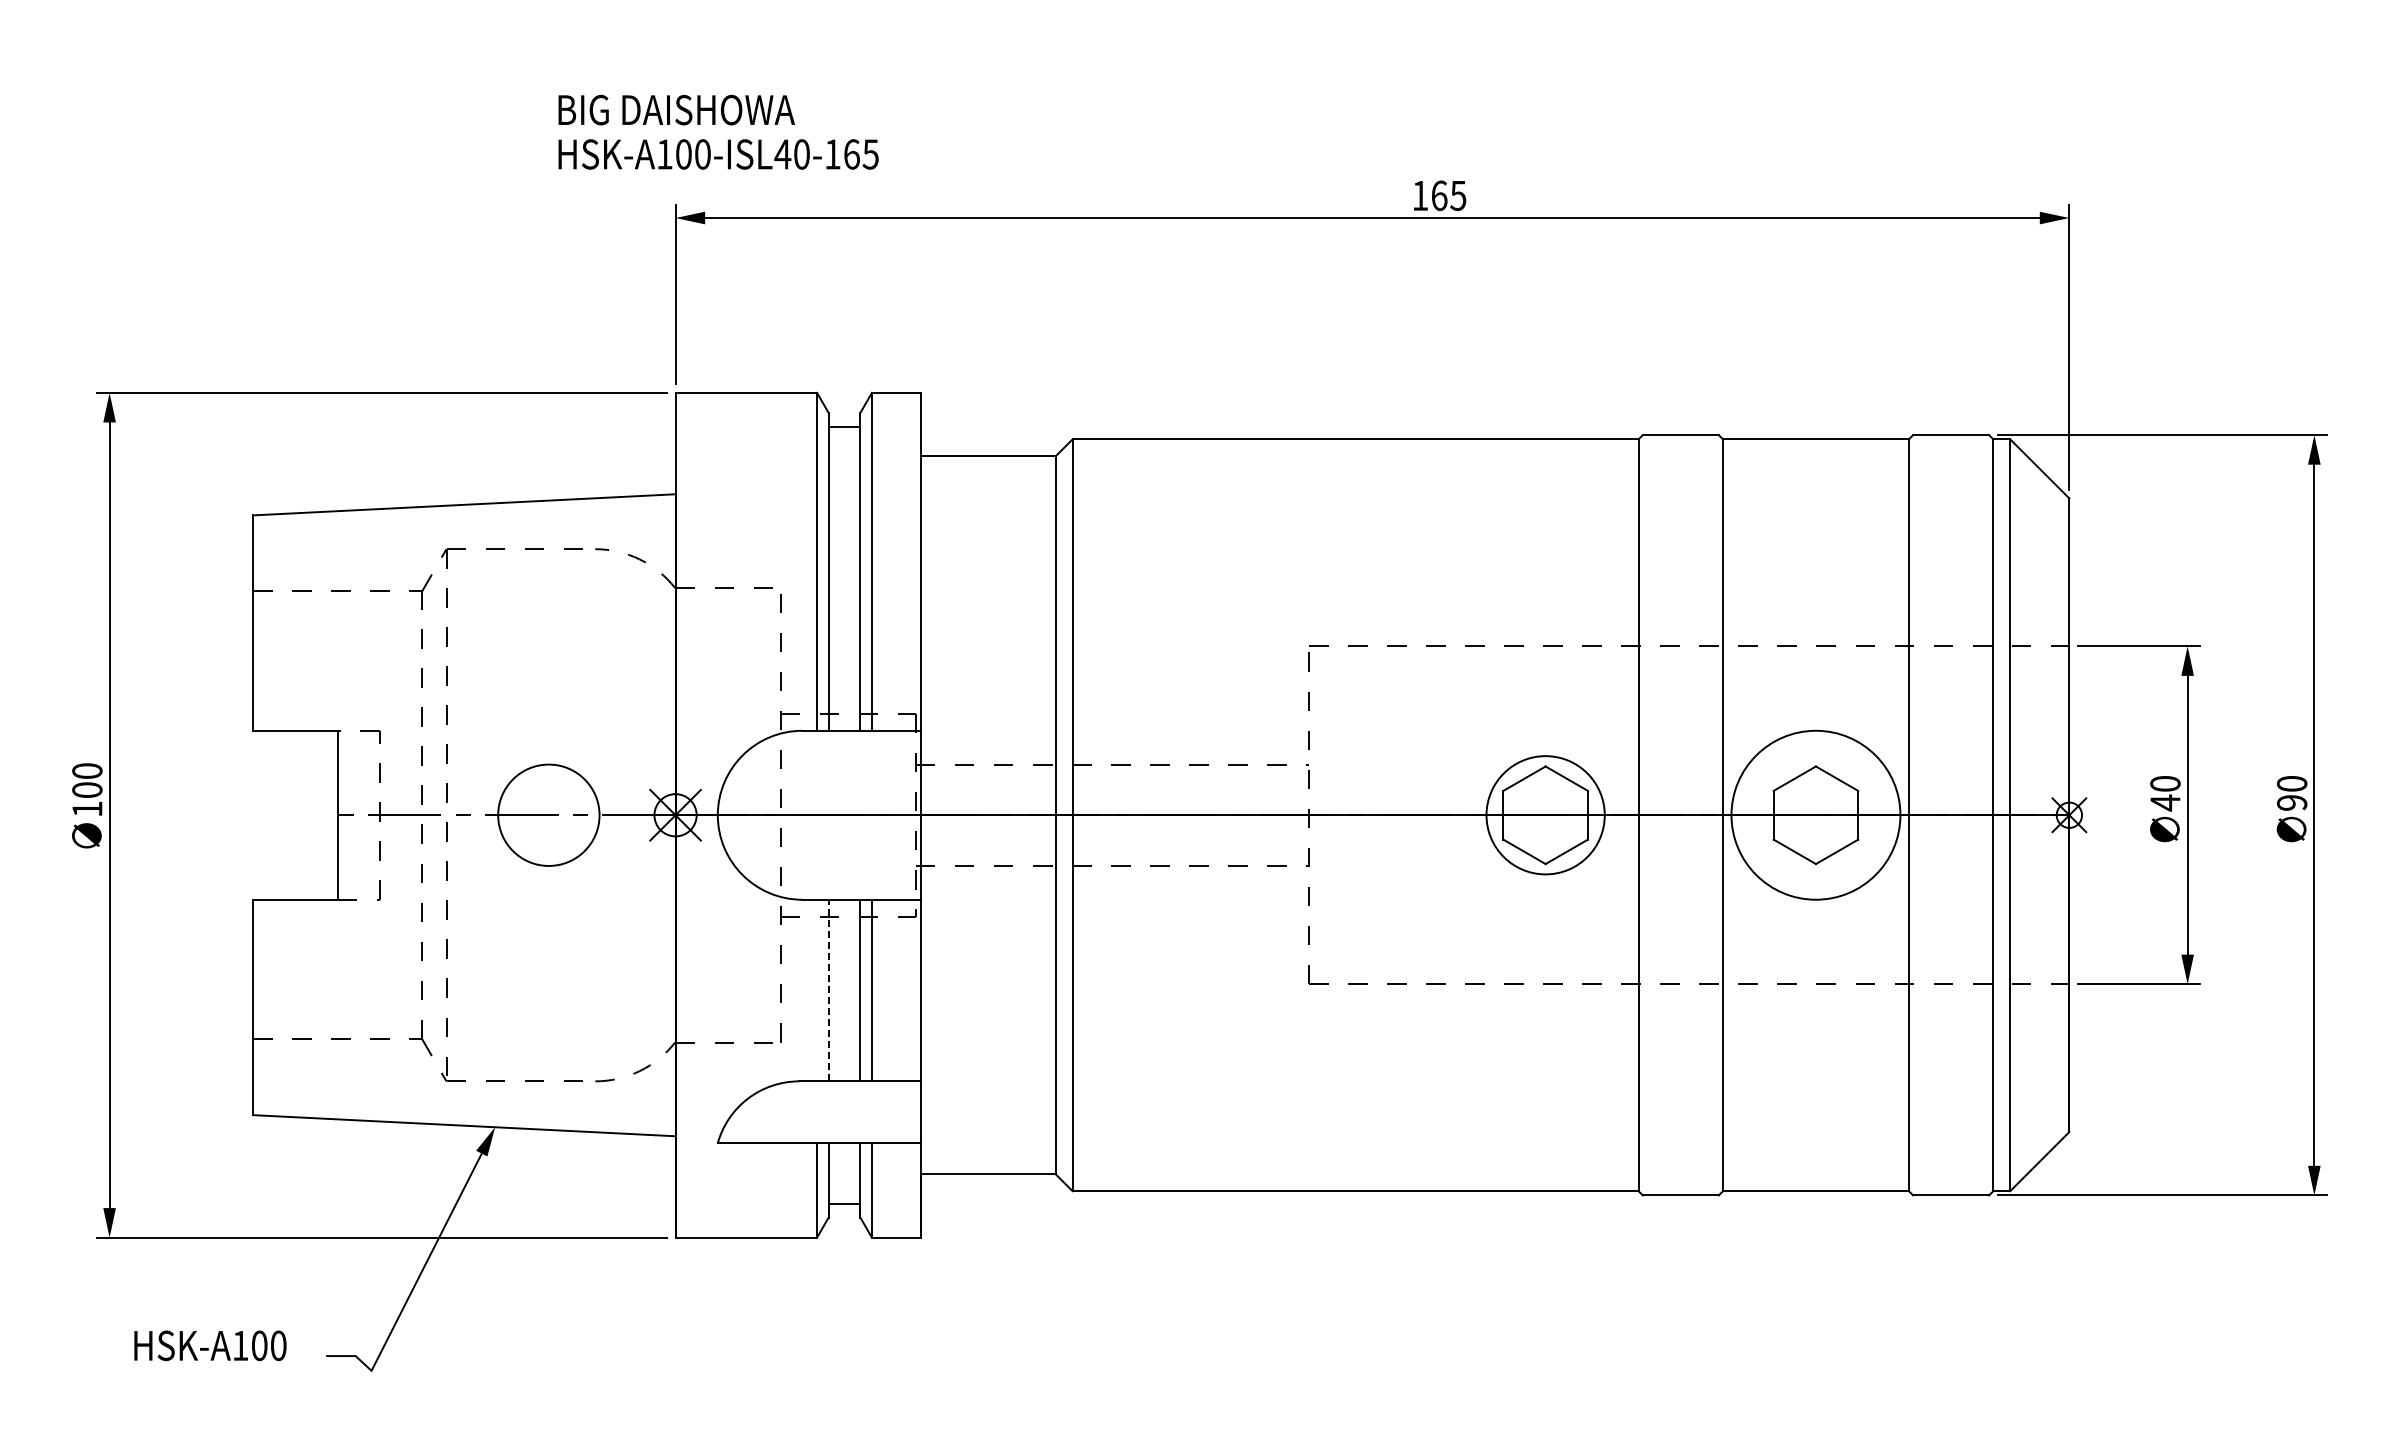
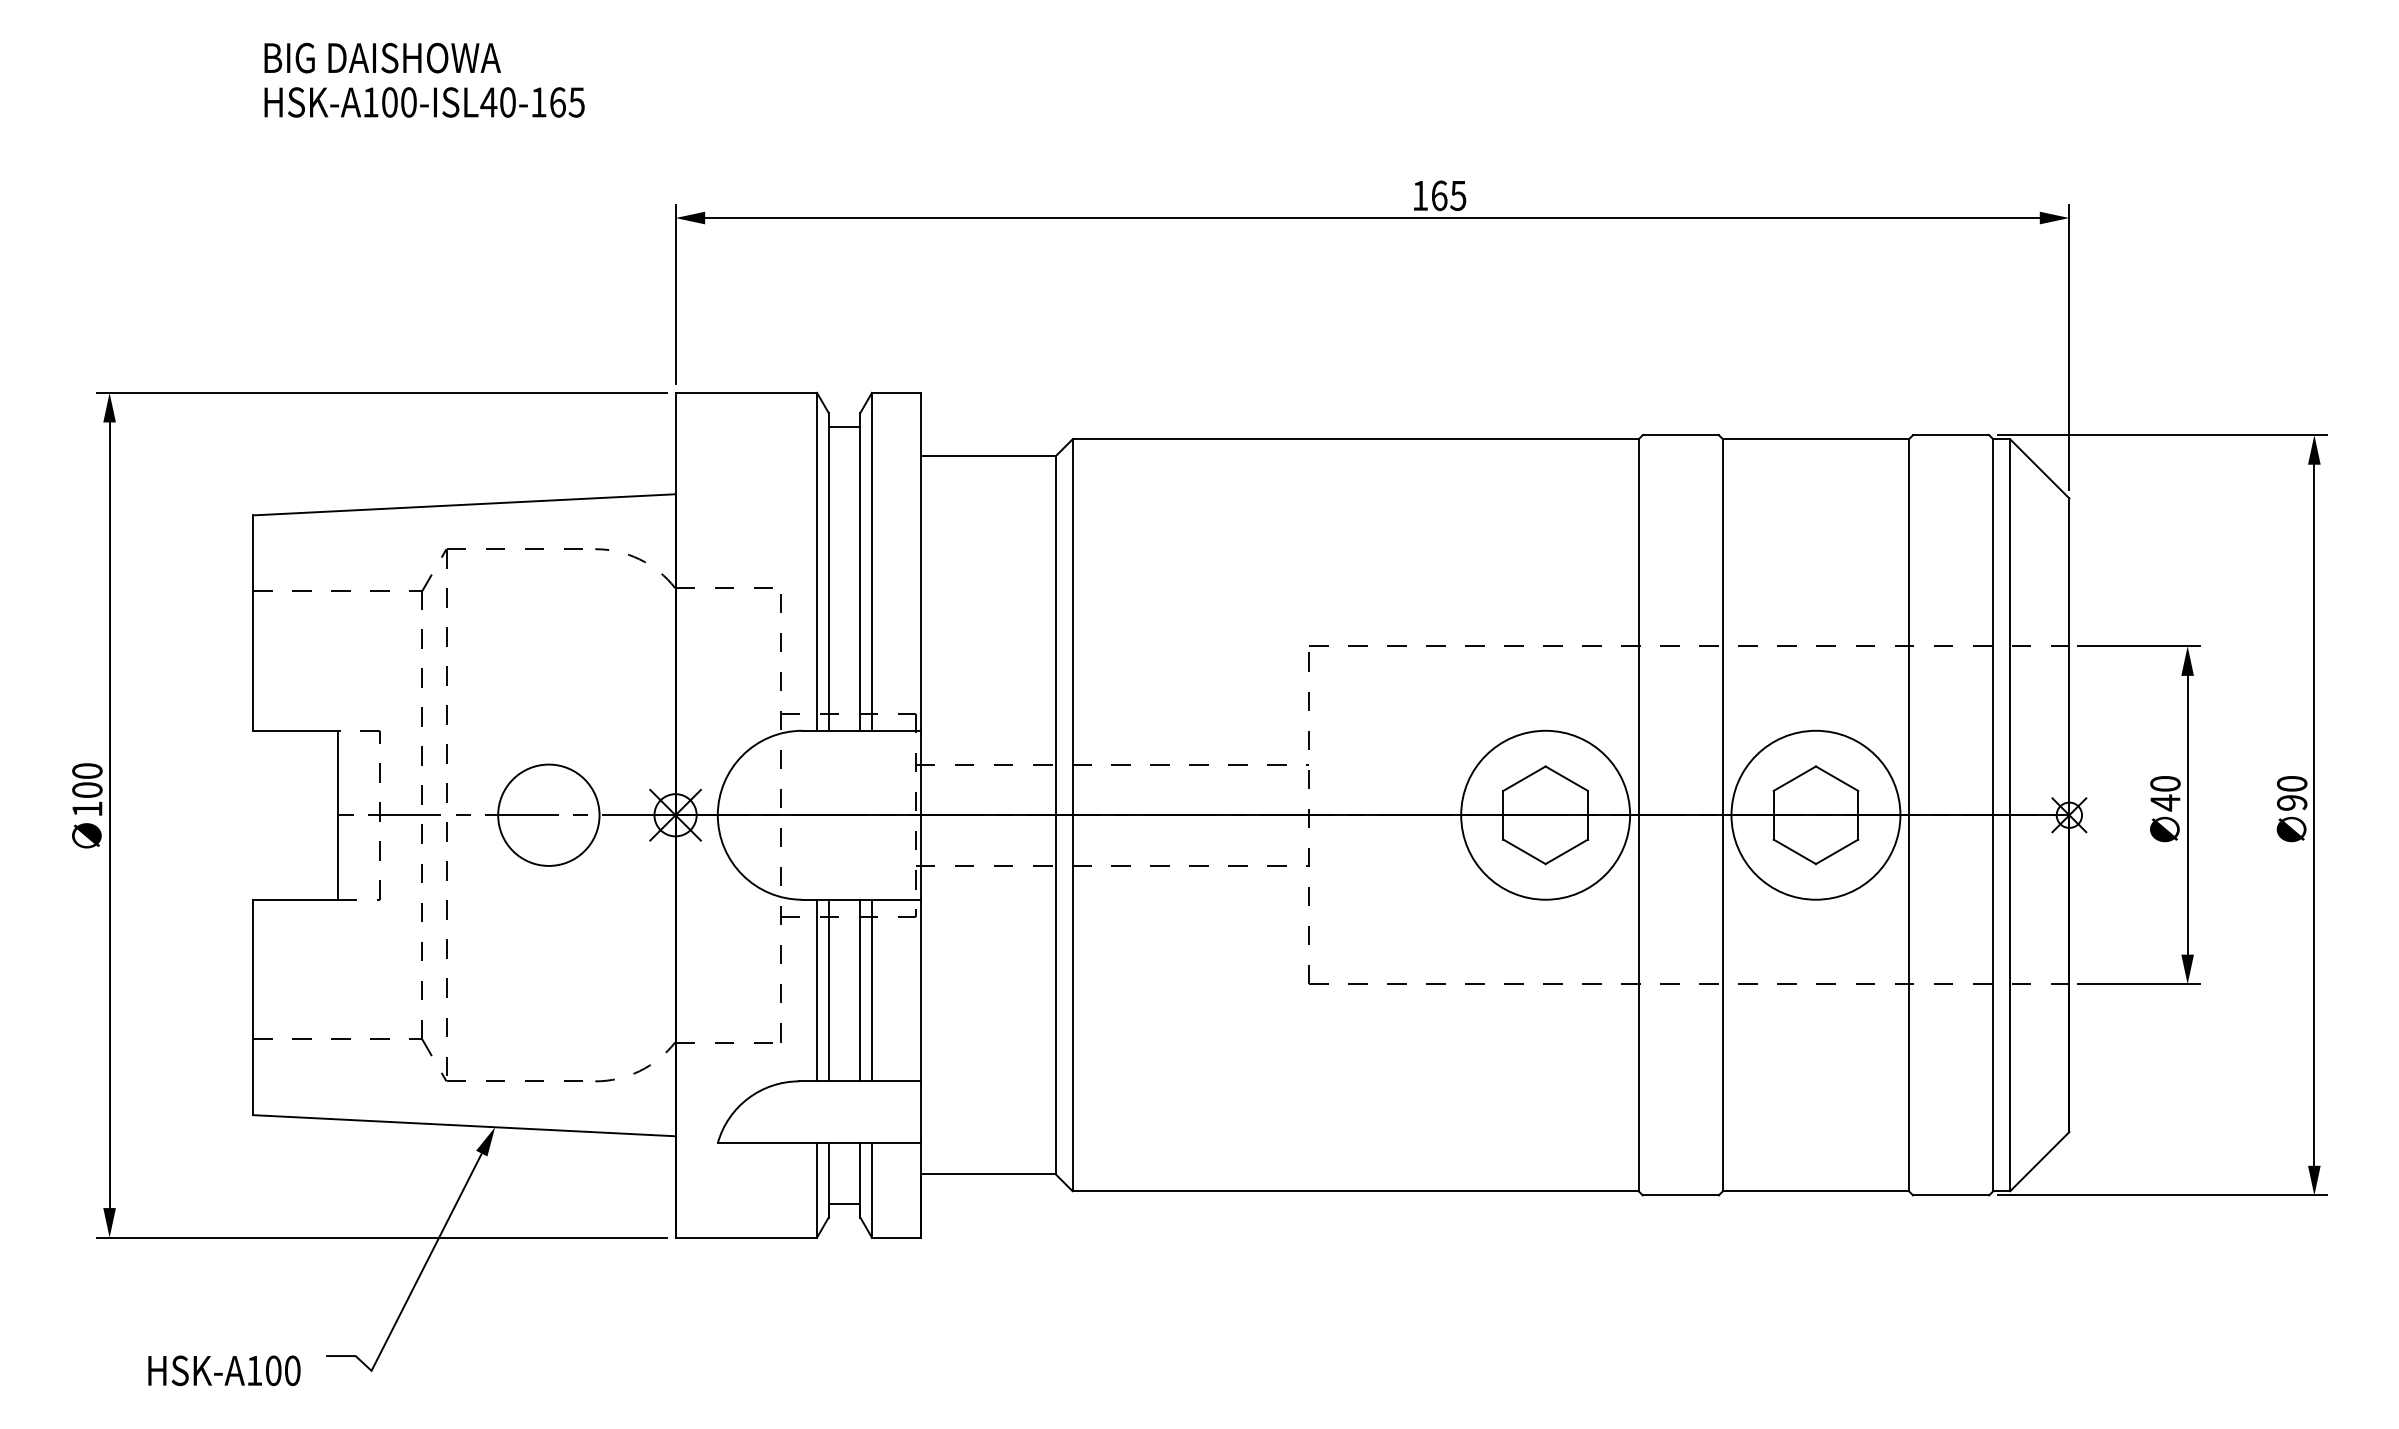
text at (718, 131) position: (718, 131) -> (424, 79)
circle at (1545, 815) diameter: 118 px -> 169 px
line at (817, 990): none -> present
line at (828, 990): dashed -> solid
text at (210, 1345) position: (210, 1345) -> (224, 1370)
